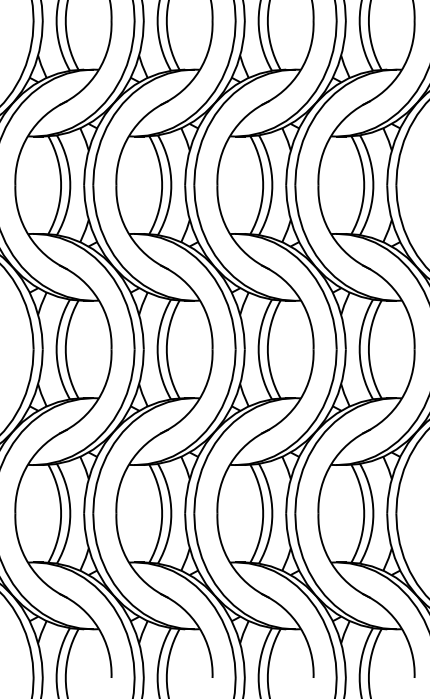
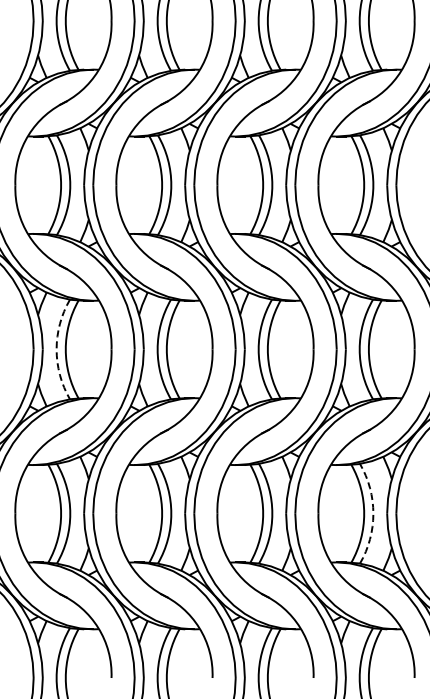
arc at (56, 349): solid -> dashed
arc at (373, 513): solid -> dashed
